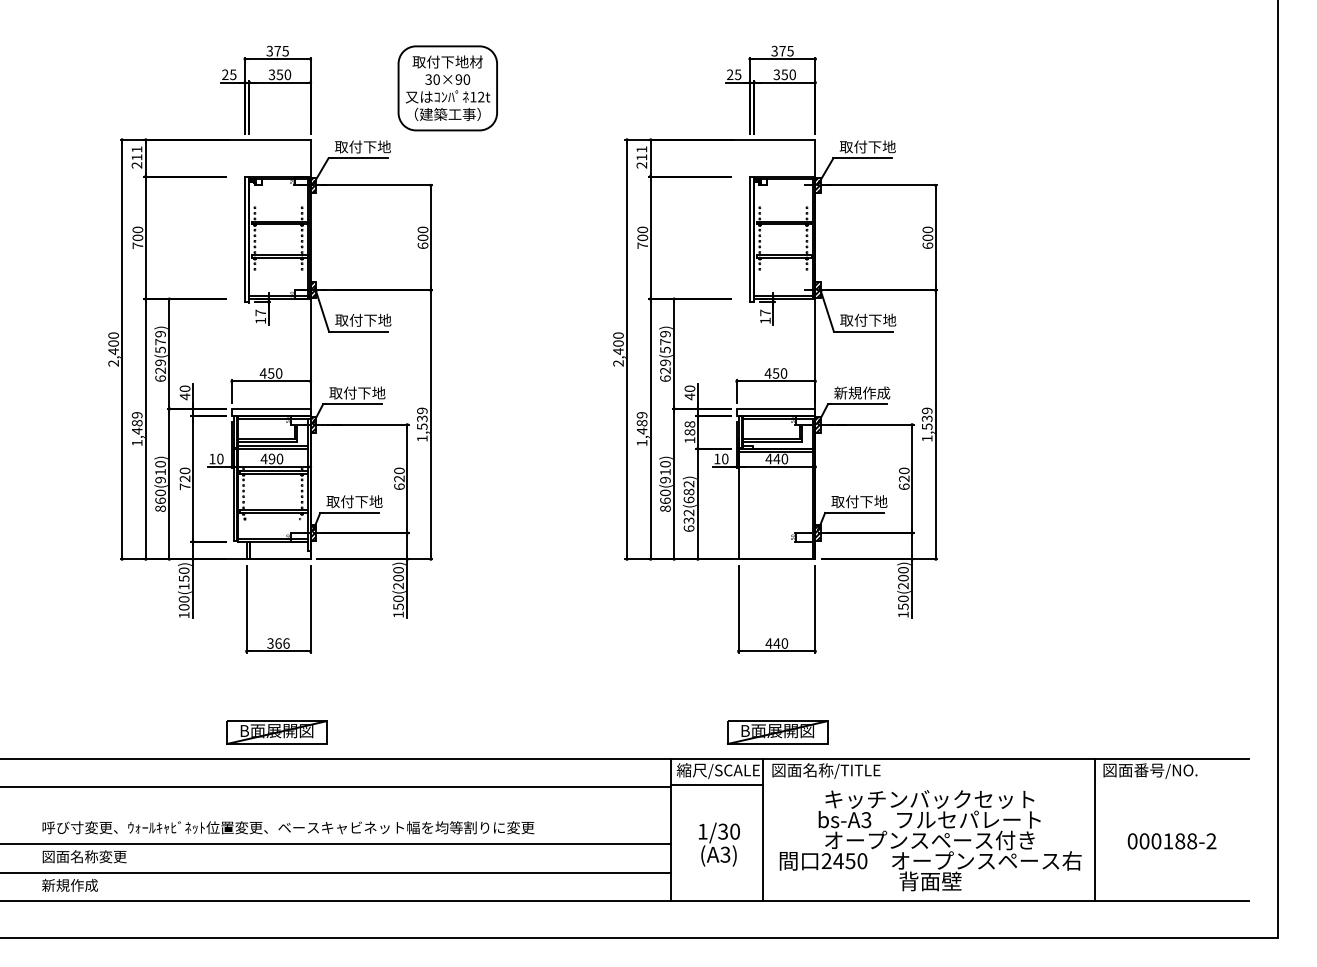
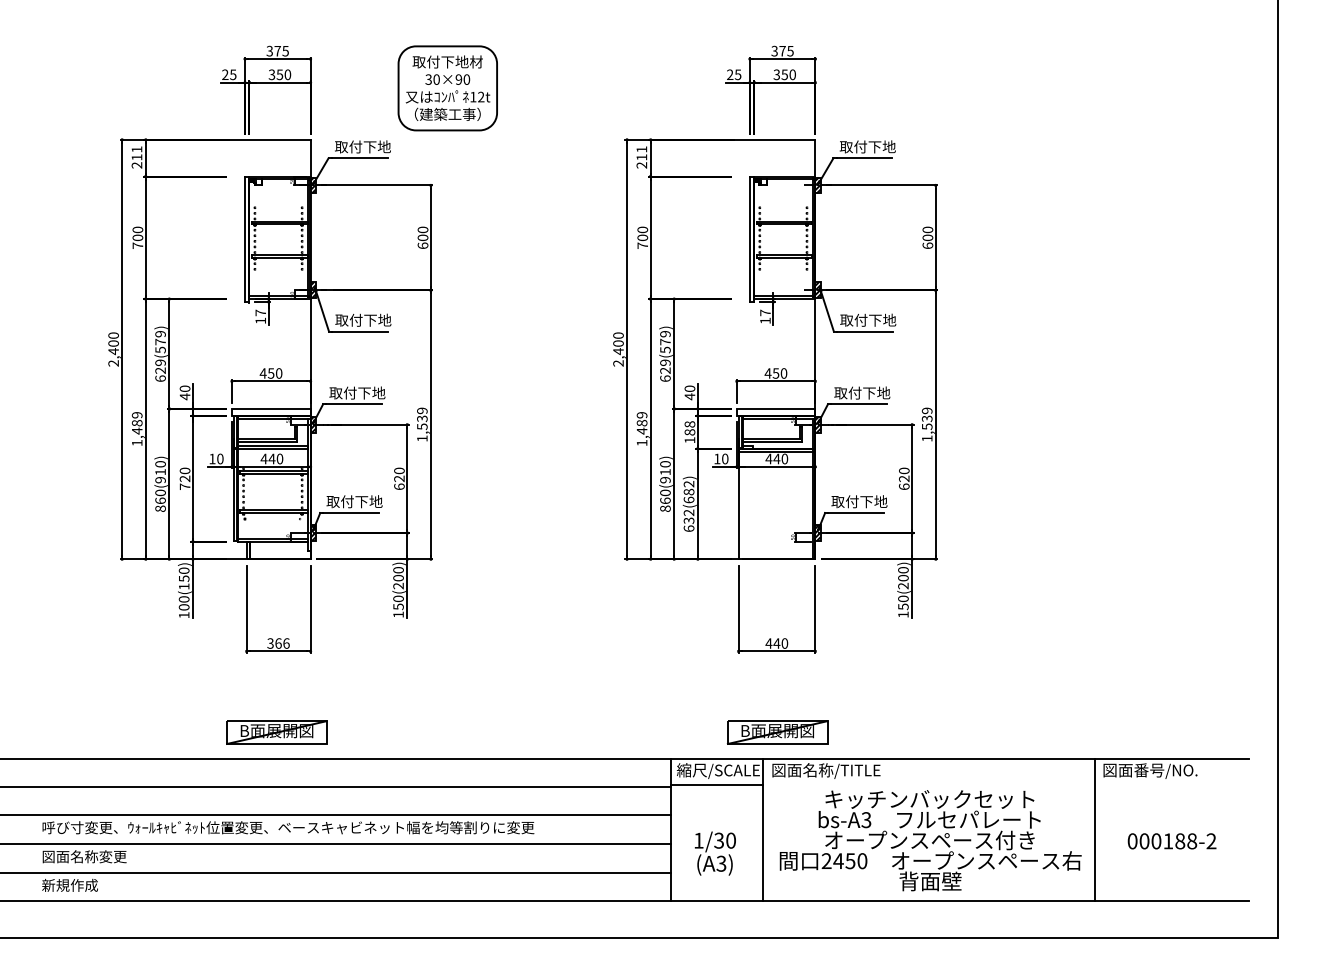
text at (862, 392): 新規作成 -> 取付下地
text at (271, 458): 490 -> 440
line at (336, 815): none -> present
text at (718, 844) position: (718, 844) -> (714, 853)
